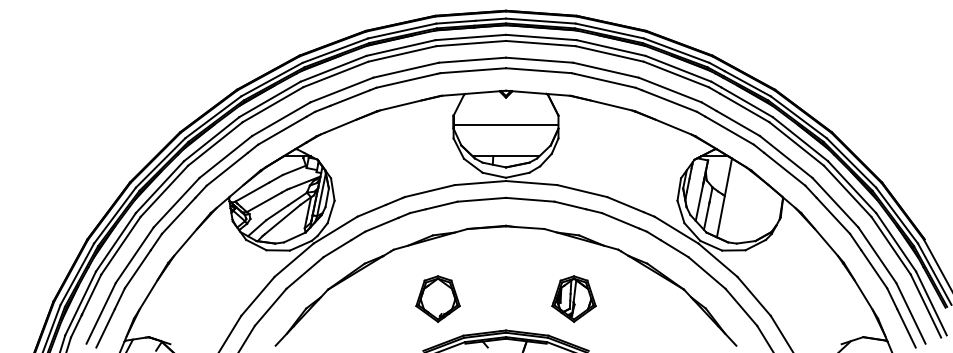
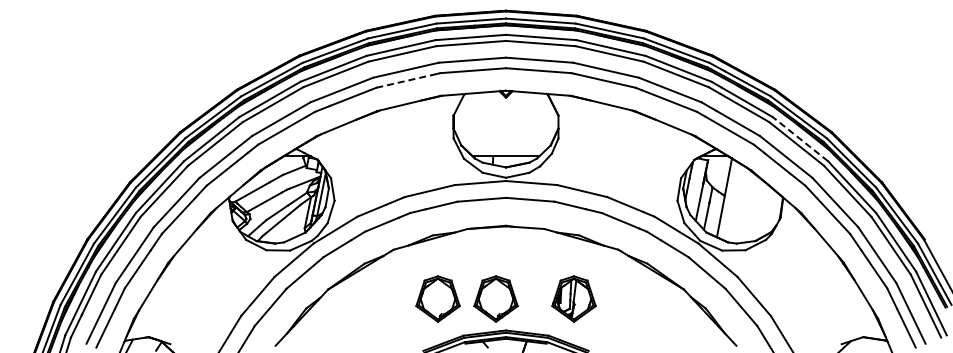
line at (407, 80): solid -> dashed
line at (505, 124): present -> none
line at (800, 138): solid -> dashed
part at (495, 298): none -> present
